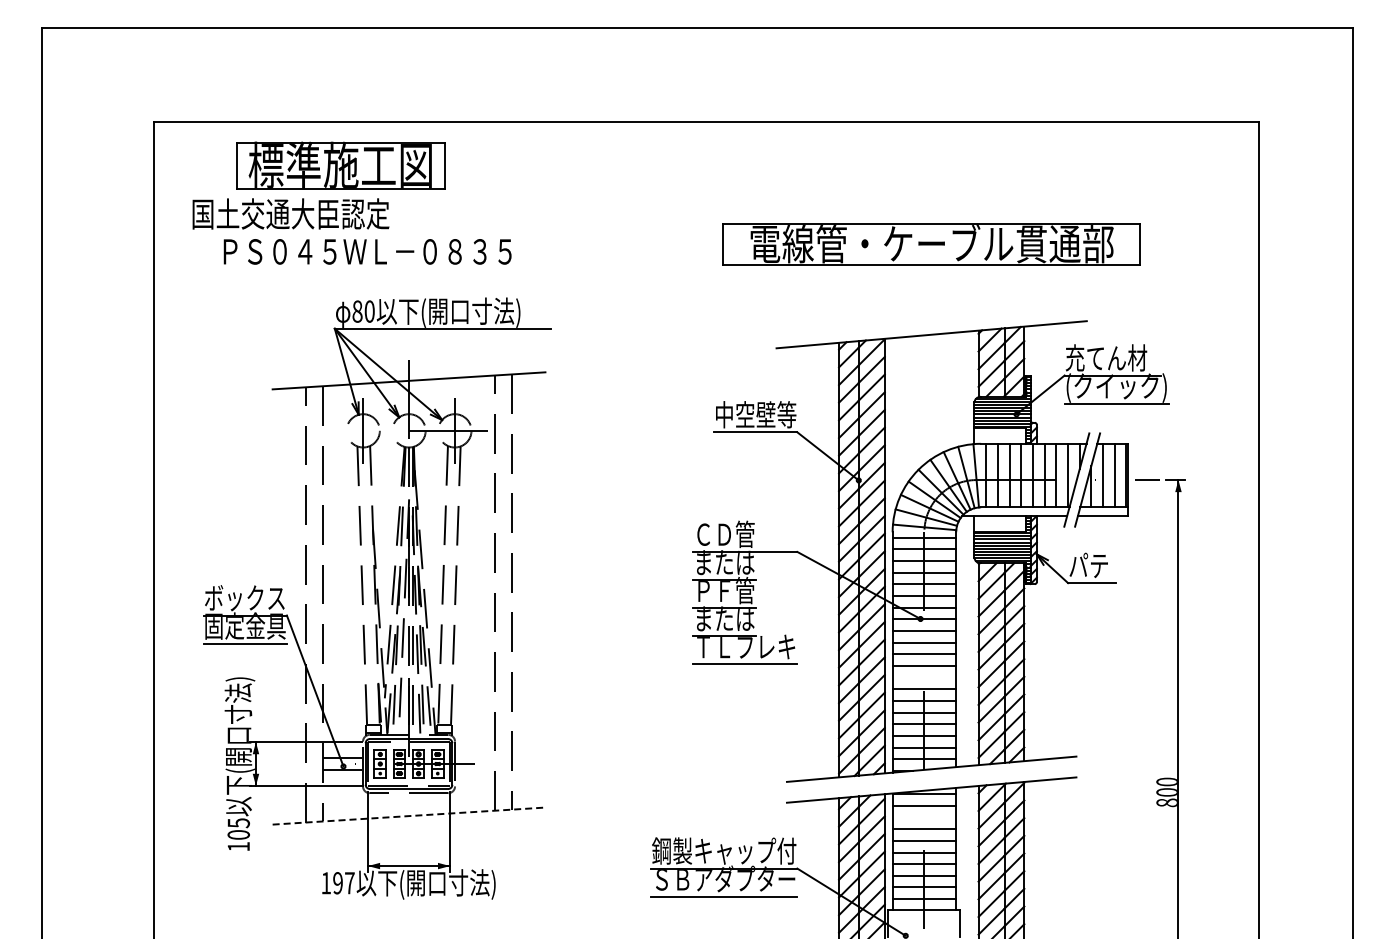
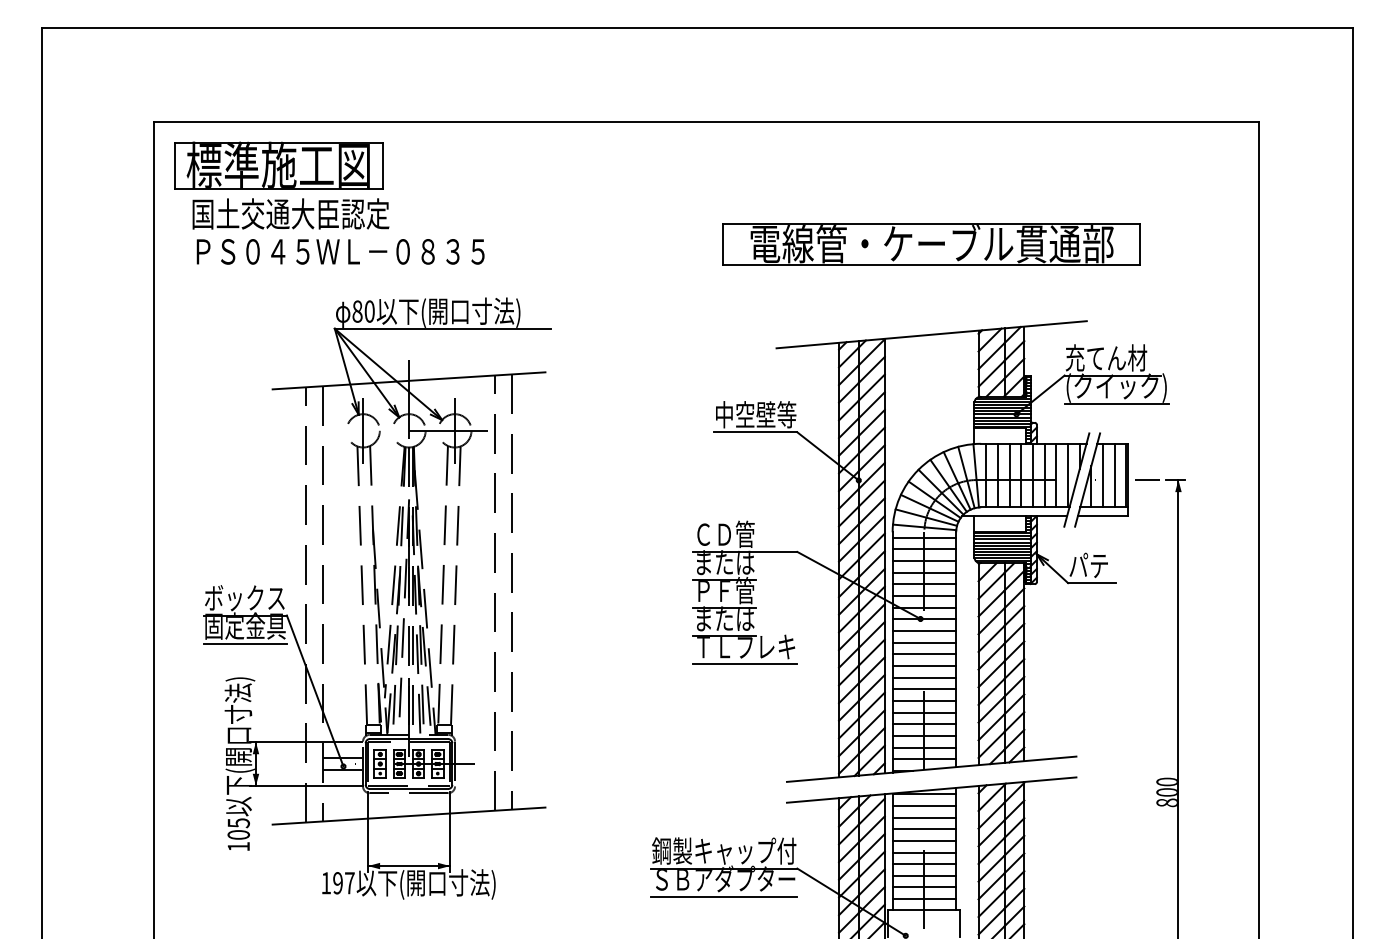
part at (340, 165) position: (340, 165) -> (278, 165)
text at (367, 251) position: (367, 251) -> (340, 251)
line at (924, 677): none -> present
line at (409, 816): dashed -> solid
line at (924, 817): none -> present
